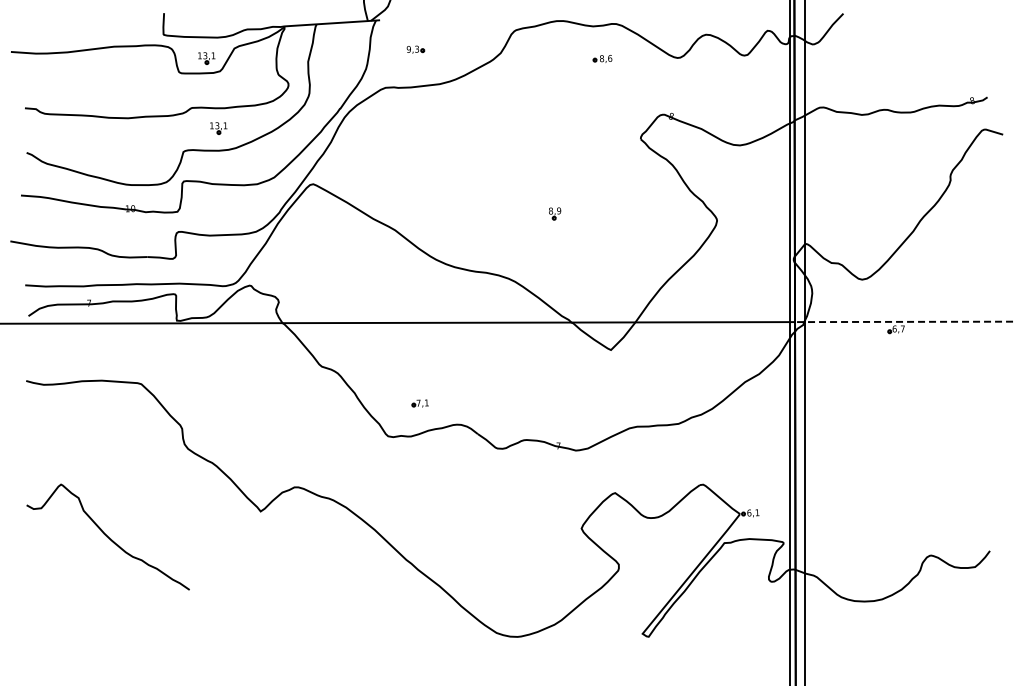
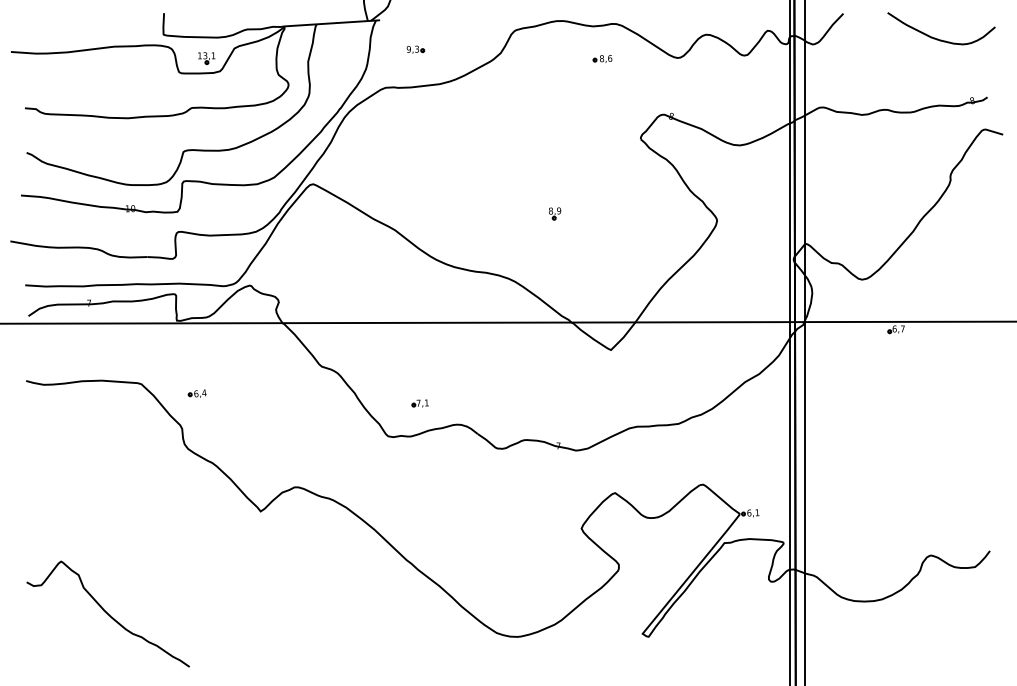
curve at (938, 38): none -> present
part at (218, 128): present -> none
line at (905, 321): dashed -> solid
part at (196, 393): none -> present
curve at (107, 536) position: (107, 536) -> (107, 613)
